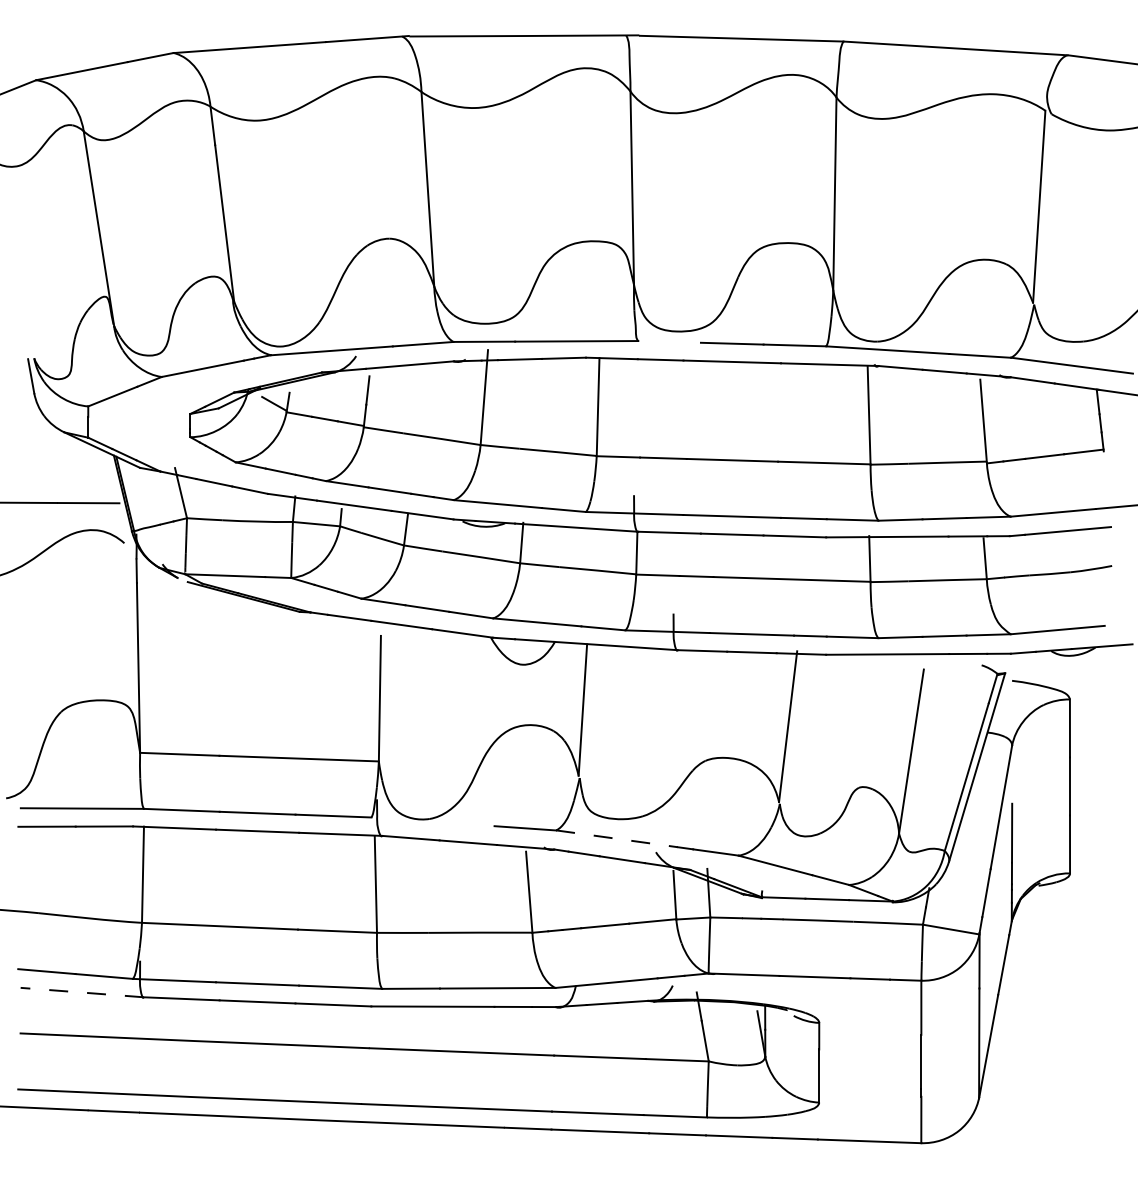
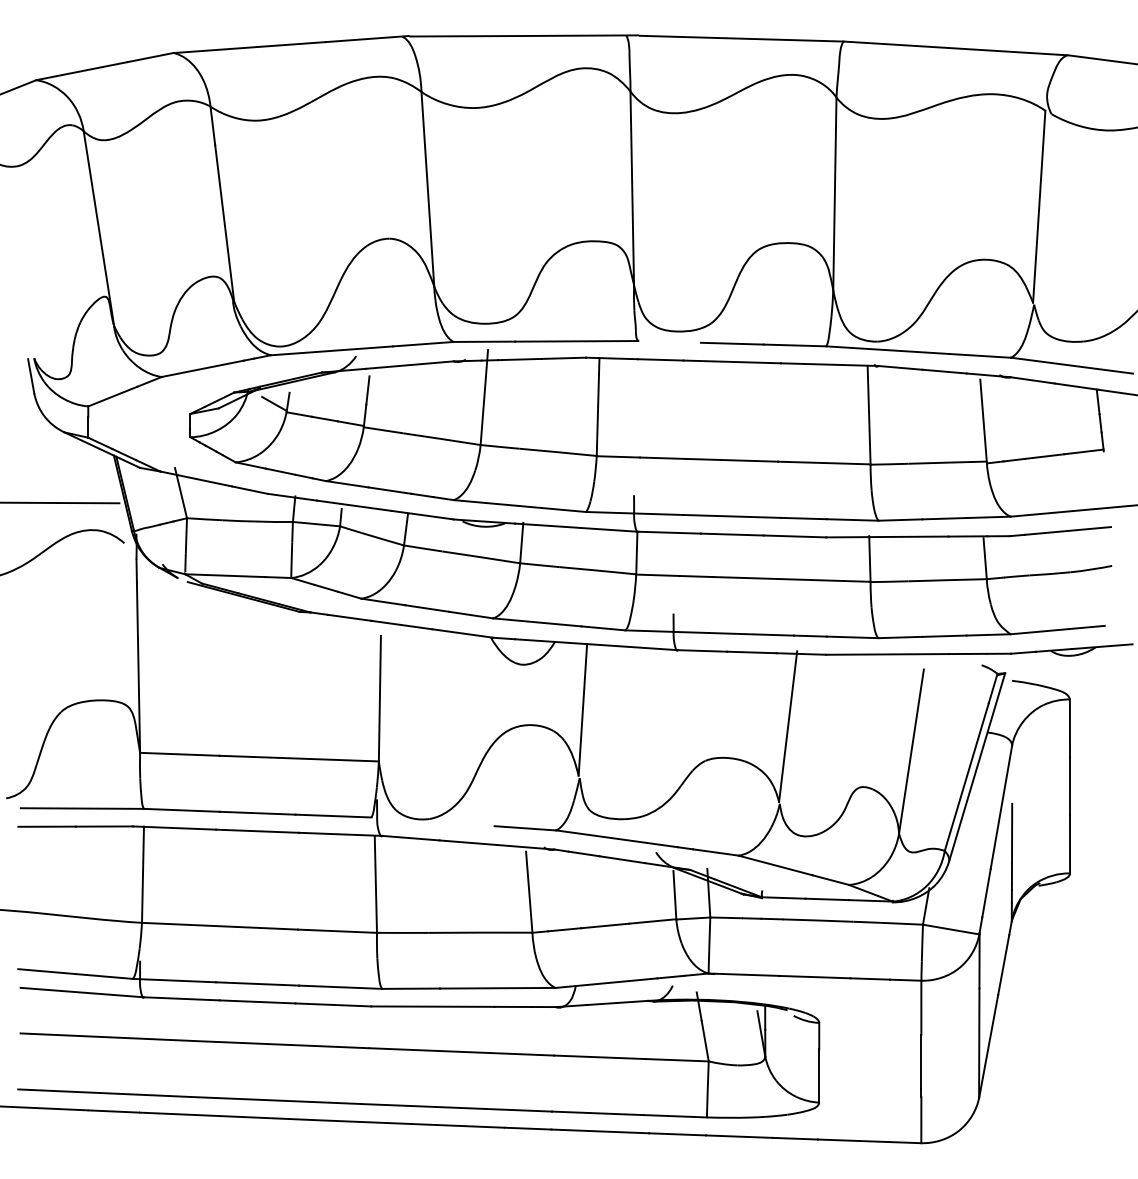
line at (617, 838): dashed -> solid
line at (82, 992): dashed -> solid
